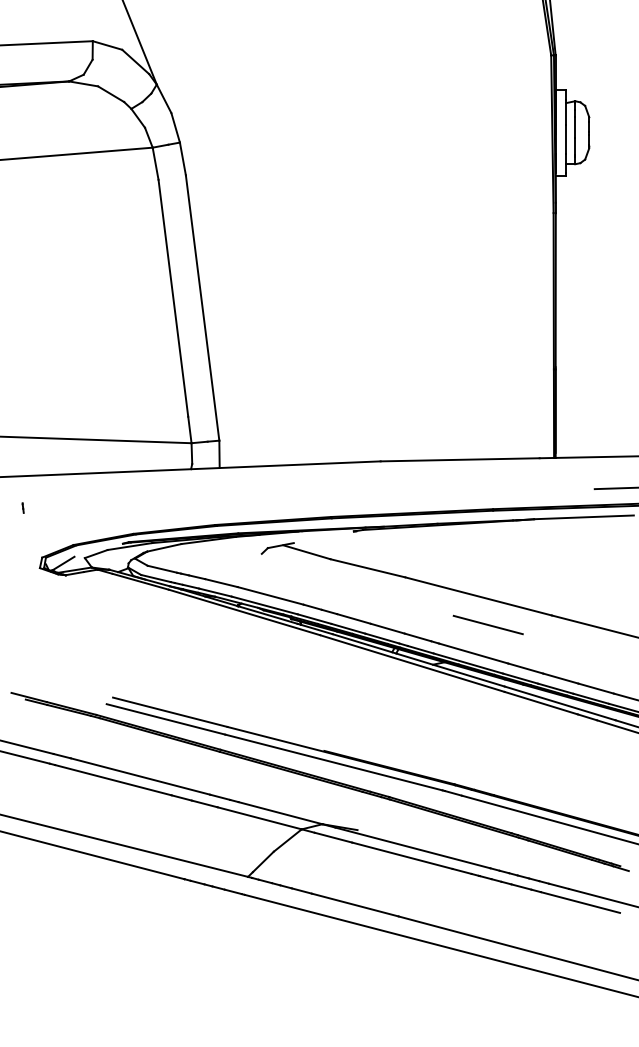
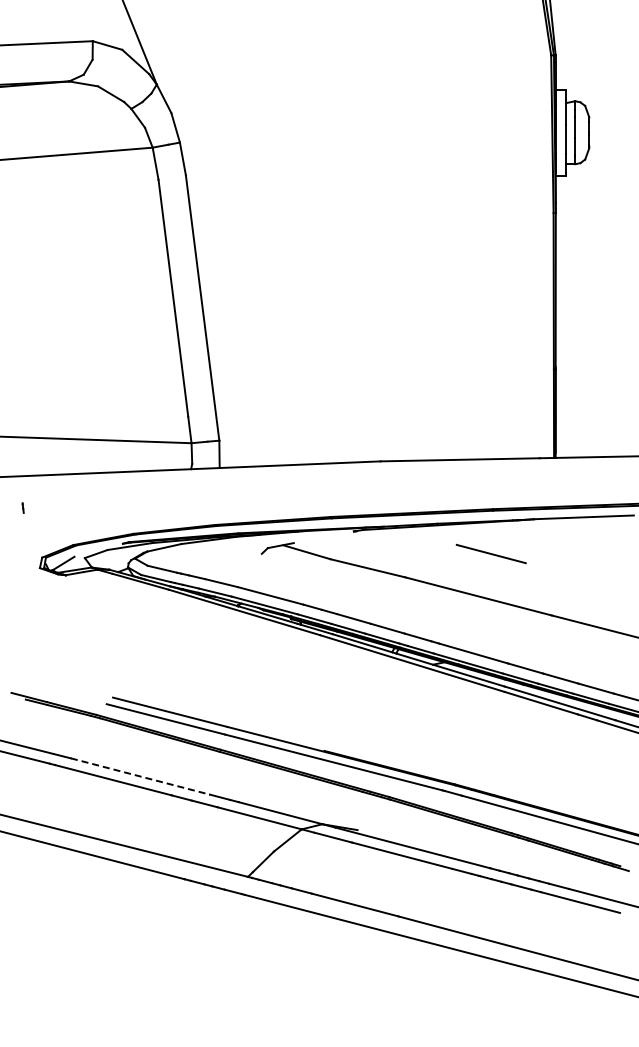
line at (614, 488): present -> none
line at (487, 624) position: (487, 624) -> (490, 553)
line at (140, 776): solid -> dashed
